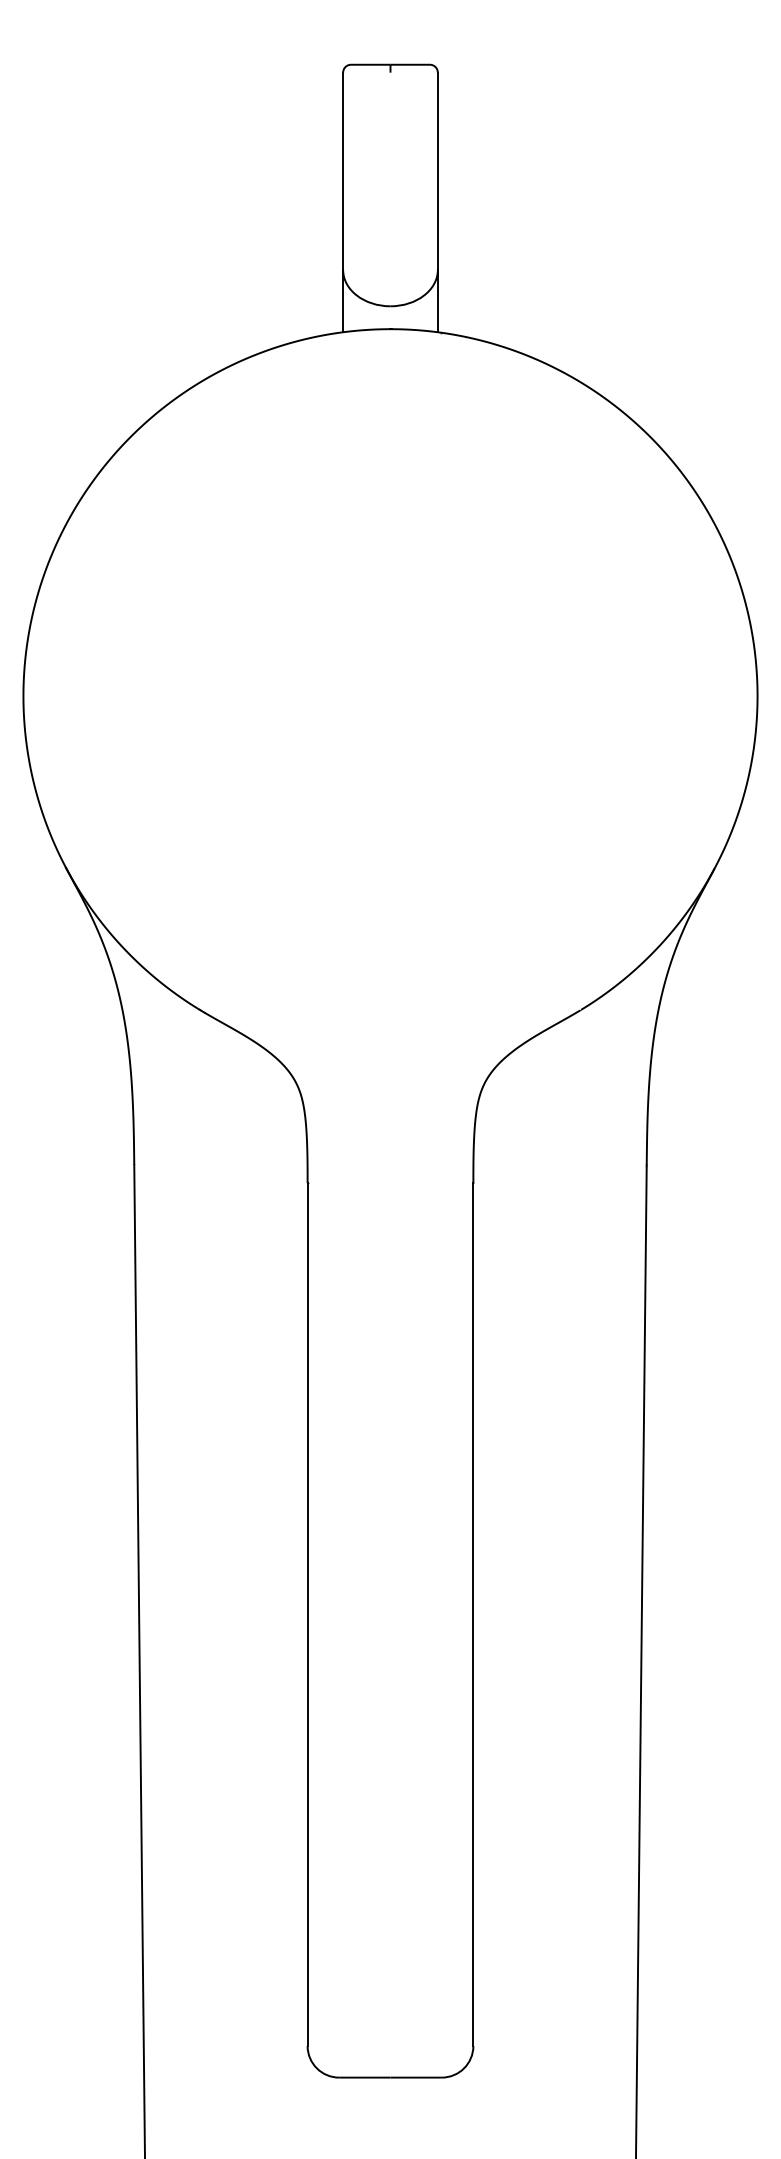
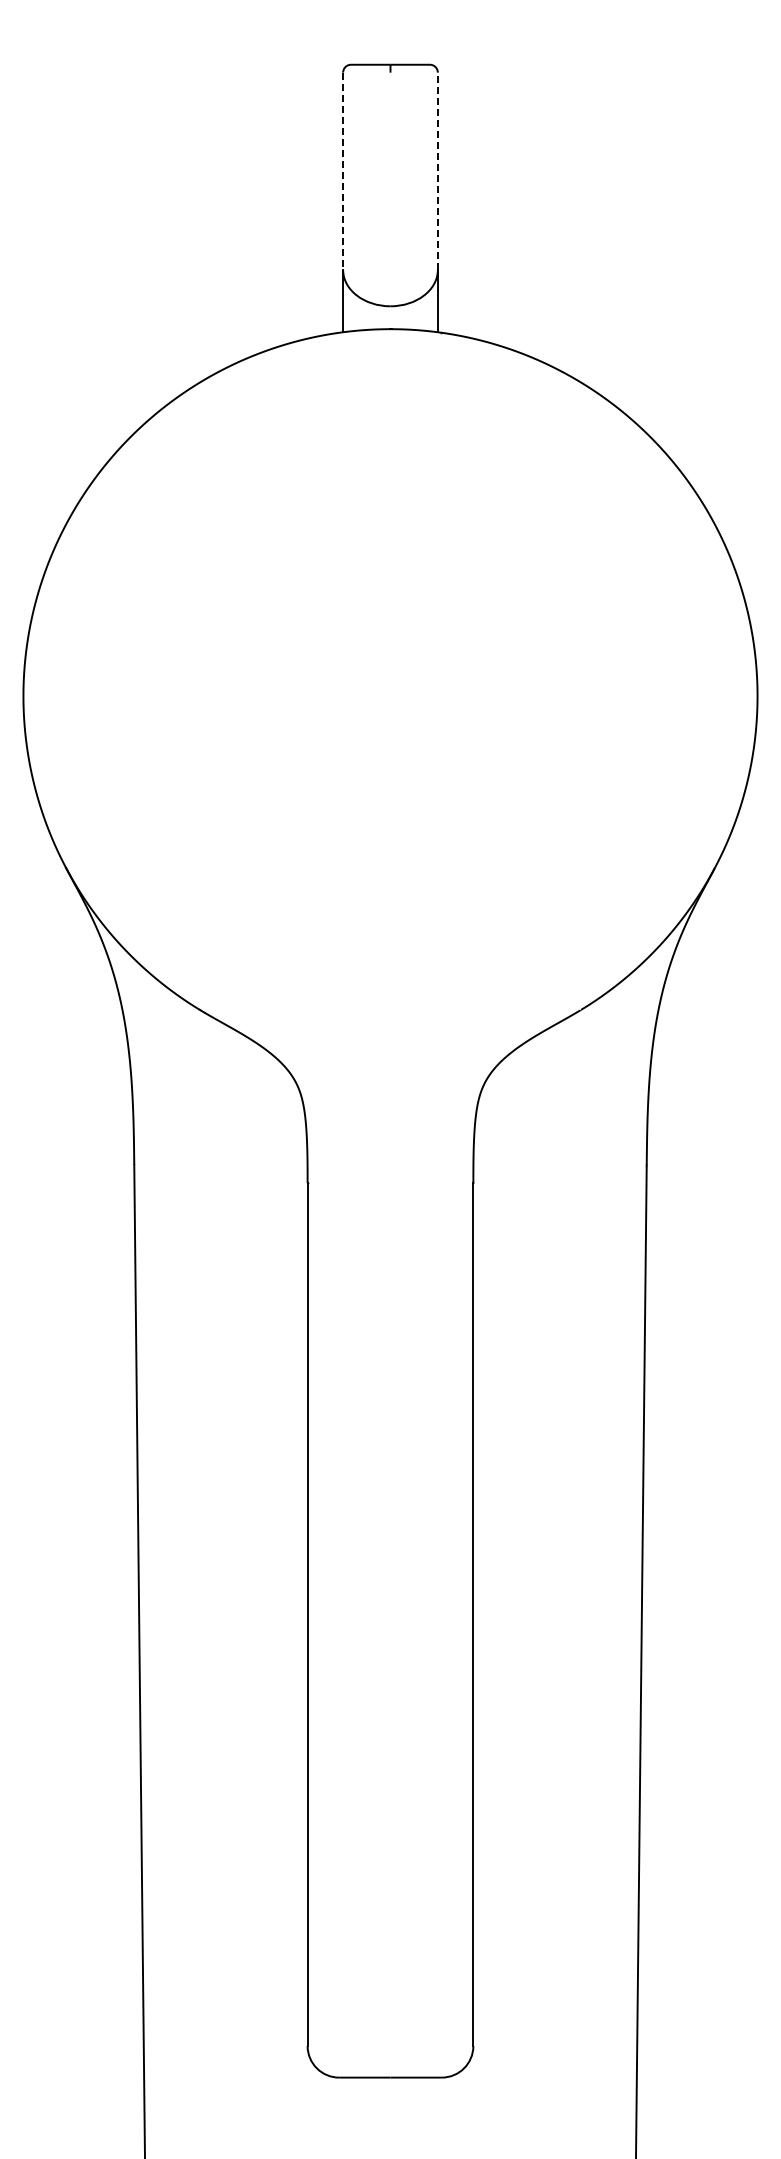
line at (343, 171): solid -> dashed
line at (437, 171): solid -> dashed
